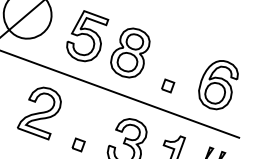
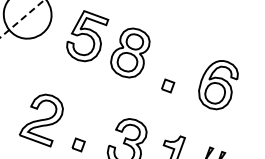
line at (23, 18): solid -> dashed
line at (120, 94): present -> none
part at (39, 113) position: (39, 113) -> (41, 120)
